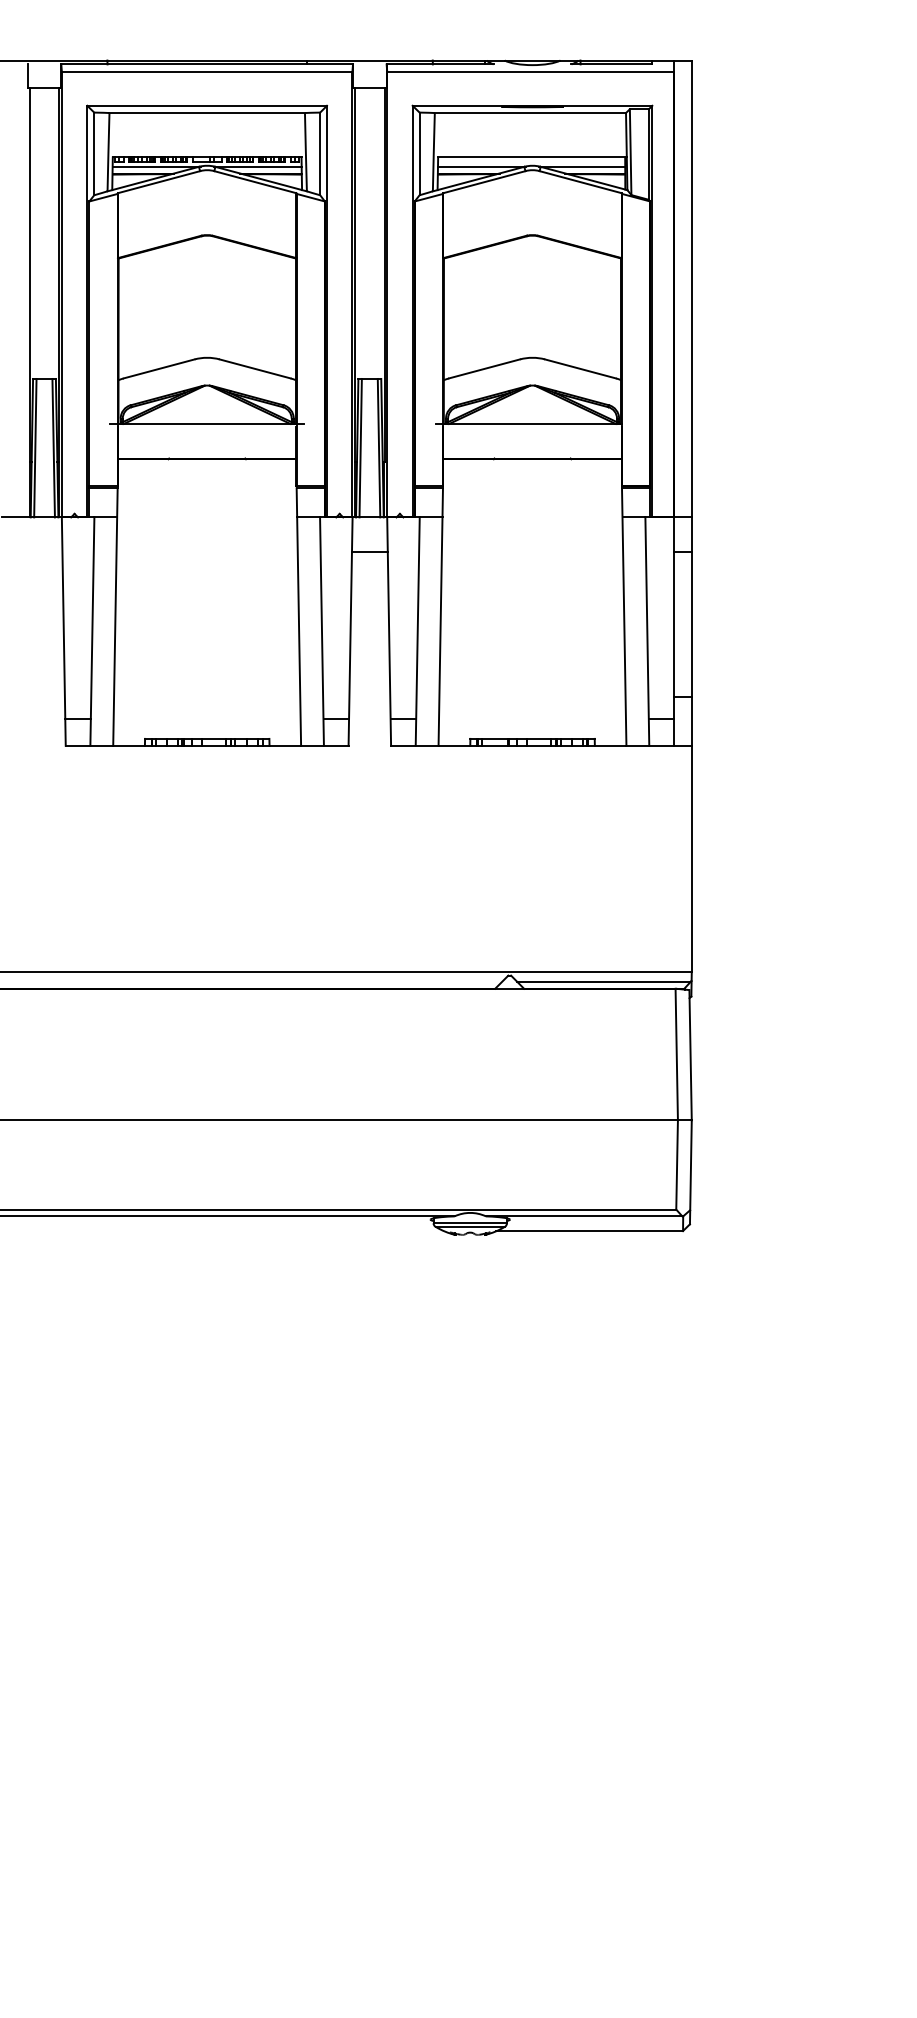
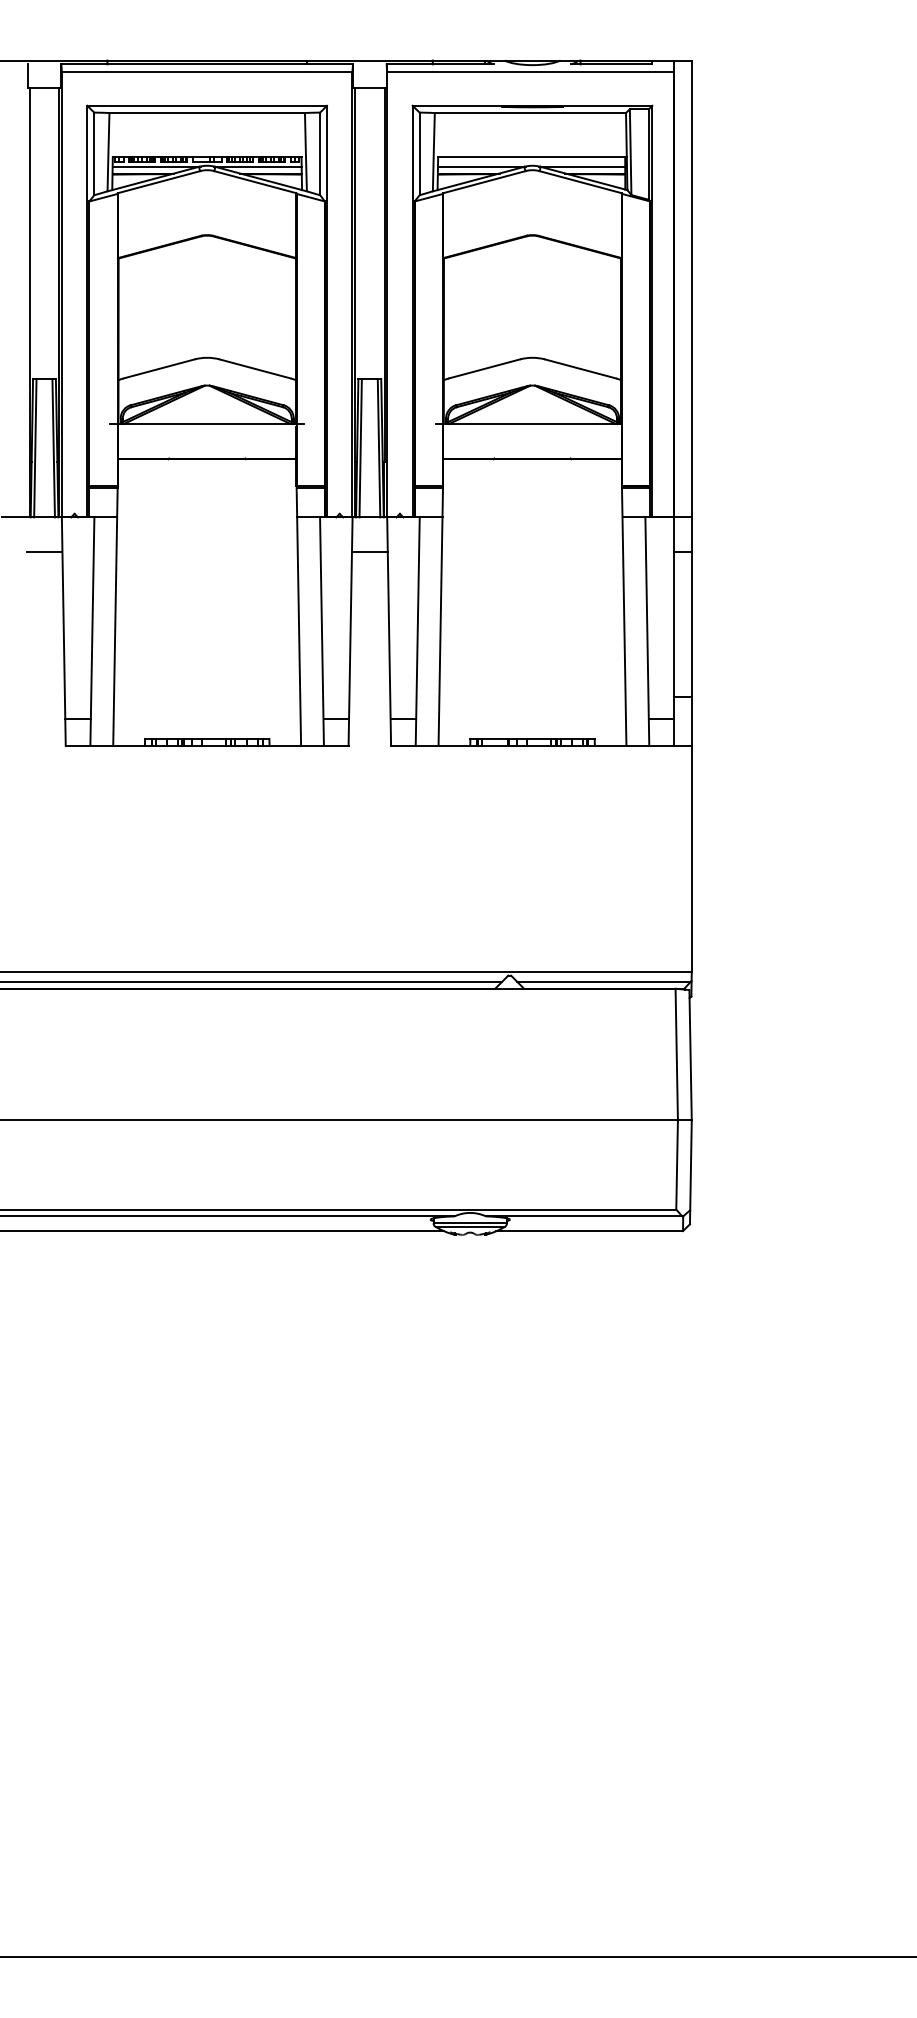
line at (44, 552): none -> present
line at (252, 981): none -> present
line at (222, 1231): none -> present
line at (457, 1957): none -> present
